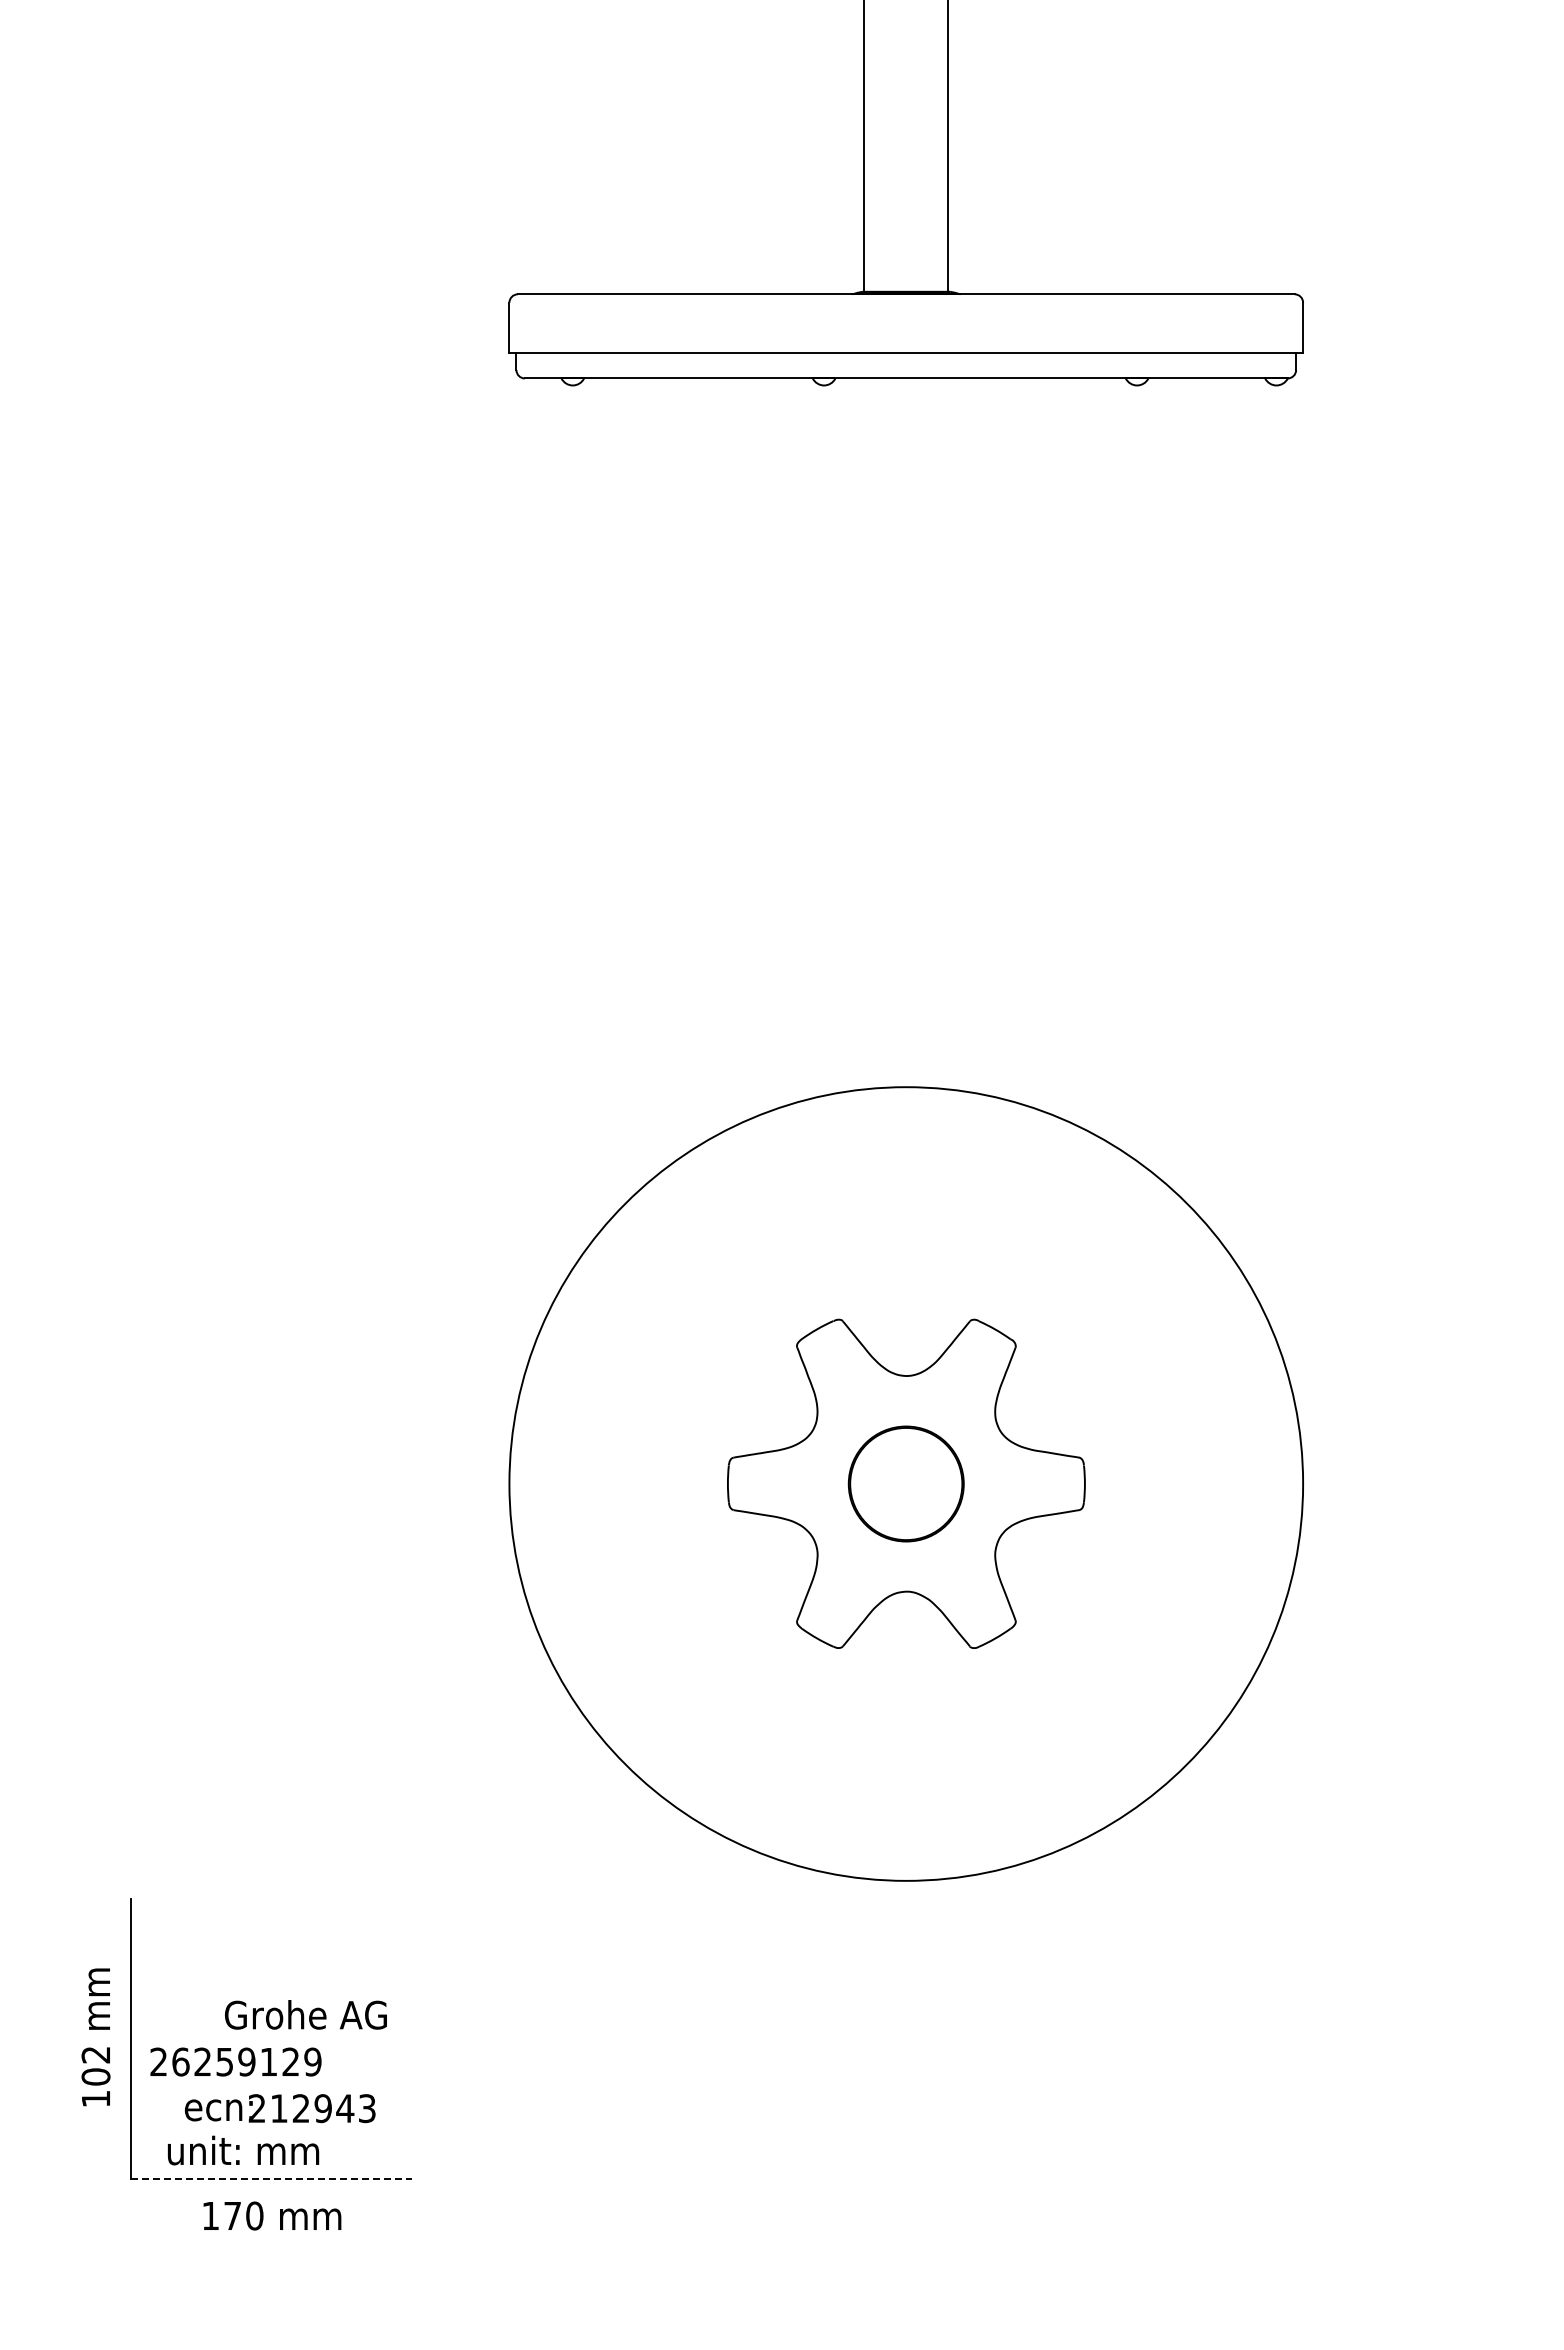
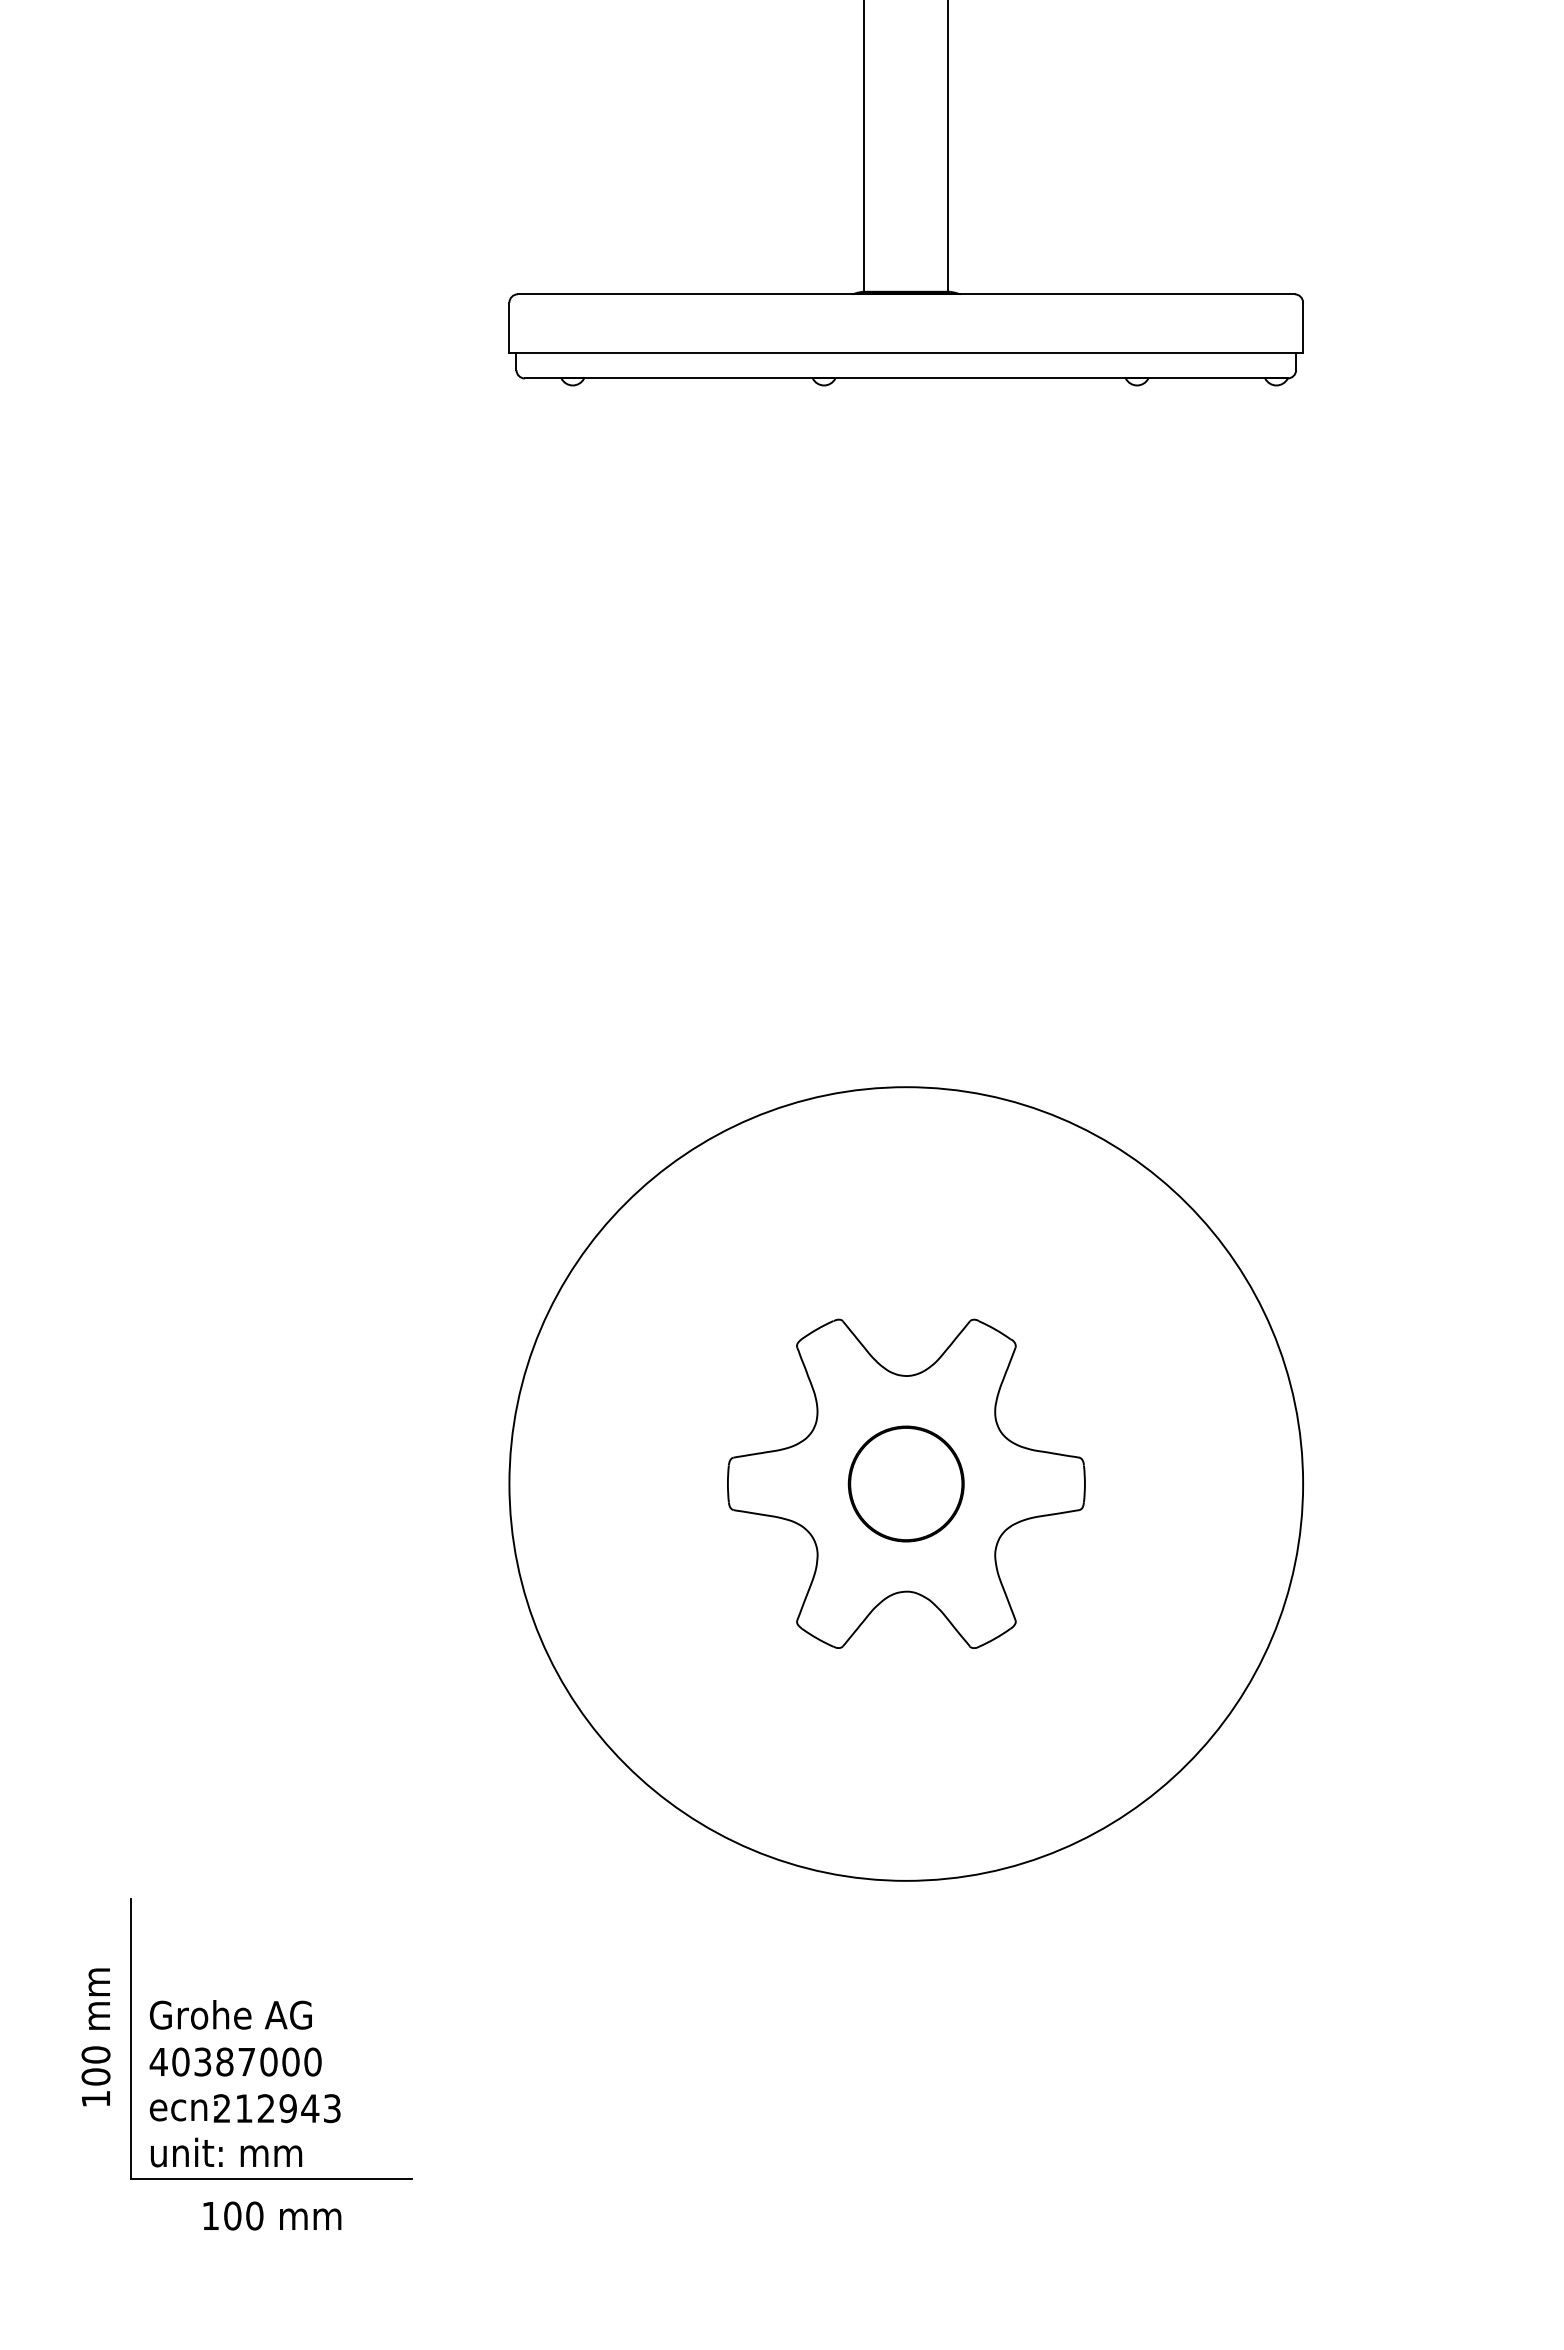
text at (305, 2014) position: (305, 2014) -> (230, 2014)
text at (95, 2054): 102 -> 100
text at (235, 2061): 26259129 -> 40387000
text at (279, 2108) position: (279, 2108) -> (244, 2108)
text at (243, 2150) position: (243, 2150) -> (226, 2152)
line at (272, 2179): dashed -> solid
text at (232, 2215): 170 -> 100
